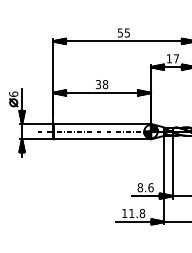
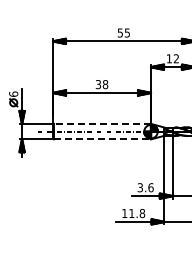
text at (175, 58): 17 -> 12
line at (102, 123): solid -> dashed
line at (103, 139): solid -> dashed
text at (140, 187): 8.6 -> 3.6
